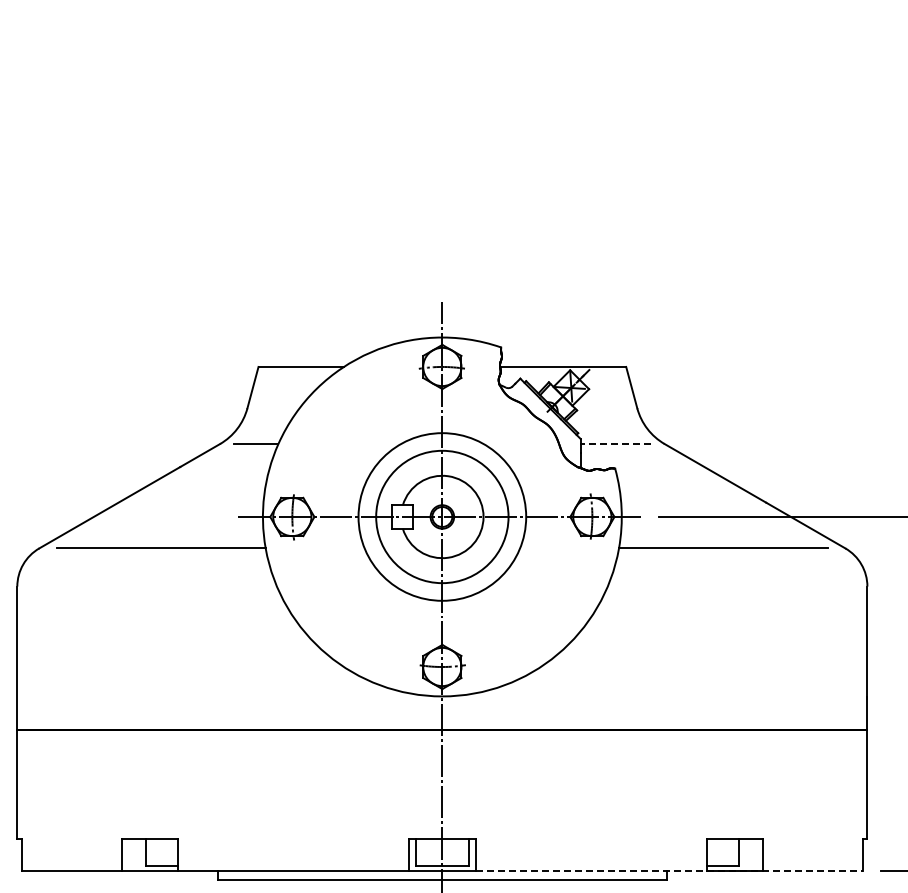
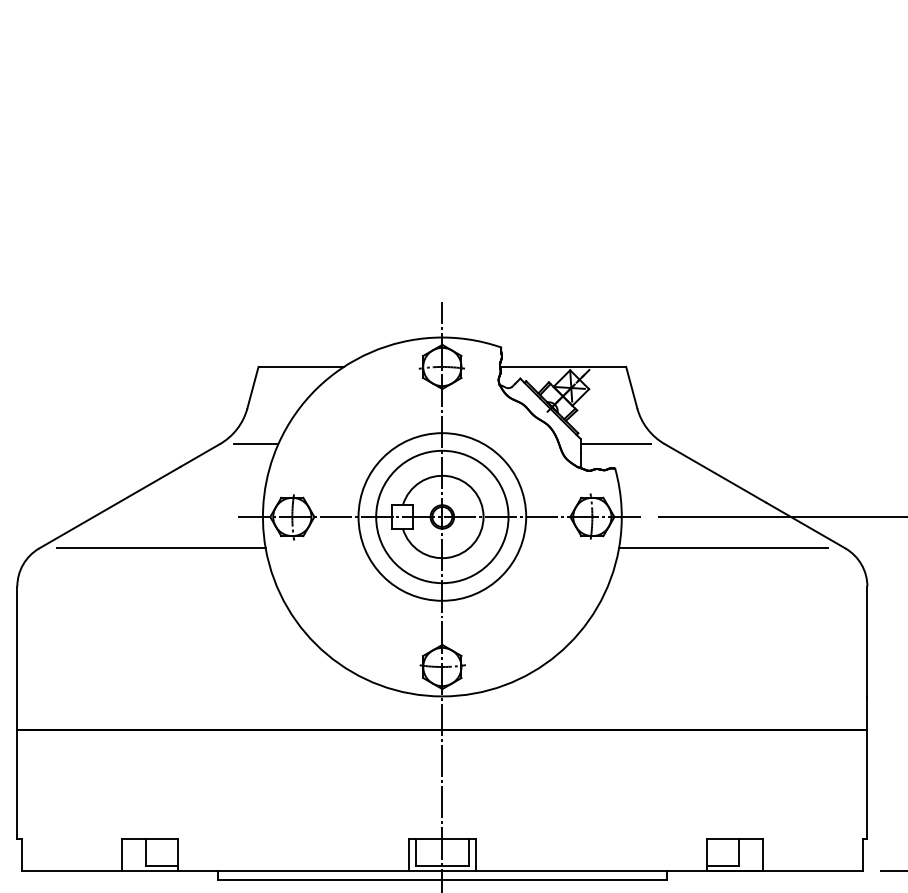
line at (615, 444): dashed -> solid
line at (669, 871): dashed -> solid
